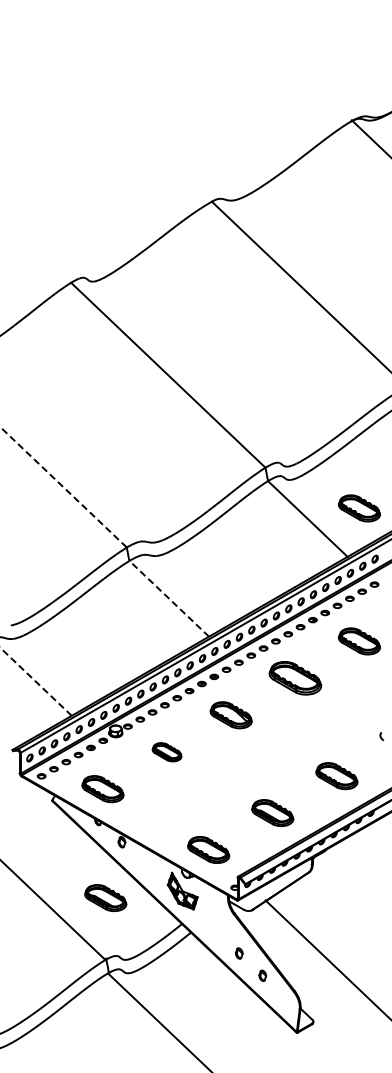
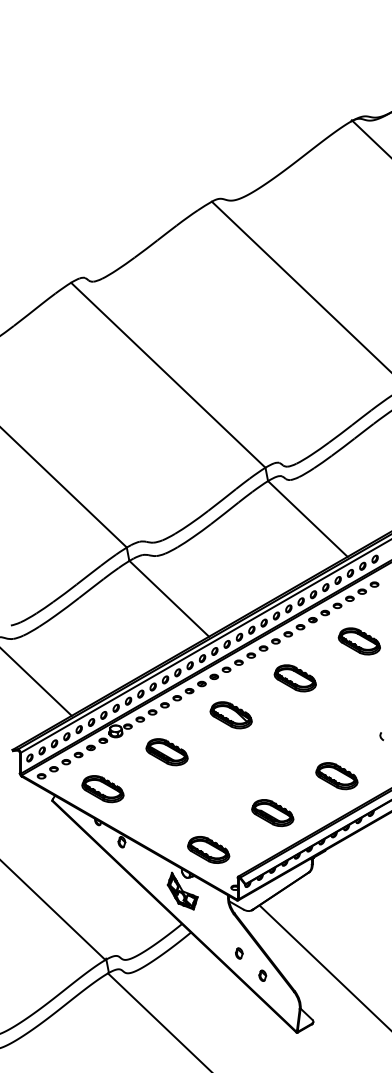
line at (63, 486): dashed -> solid
part at (358, 508): present -> none
line at (168, 598): dashed -> solid
part at (295, 678) size: 55x35 px -> 44x29 px
line at (35, 681): dashed -> solid
part at (166, 752) size: 32x21 px -> 44x29 px
part at (105, 898): present -> none
line at (326, 958) position: (326, 958) -> (324, 967)
